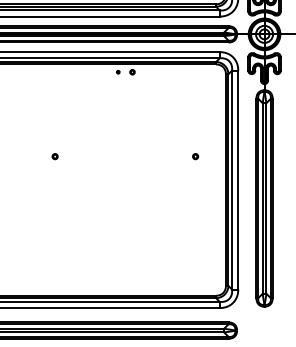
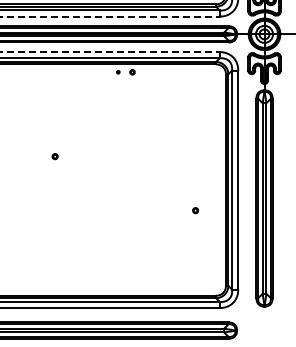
line at (109, 16): solid -> dashed
line at (109, 52): solid -> dashed
part at (195, 156) position: (195, 156) -> (195, 210)
